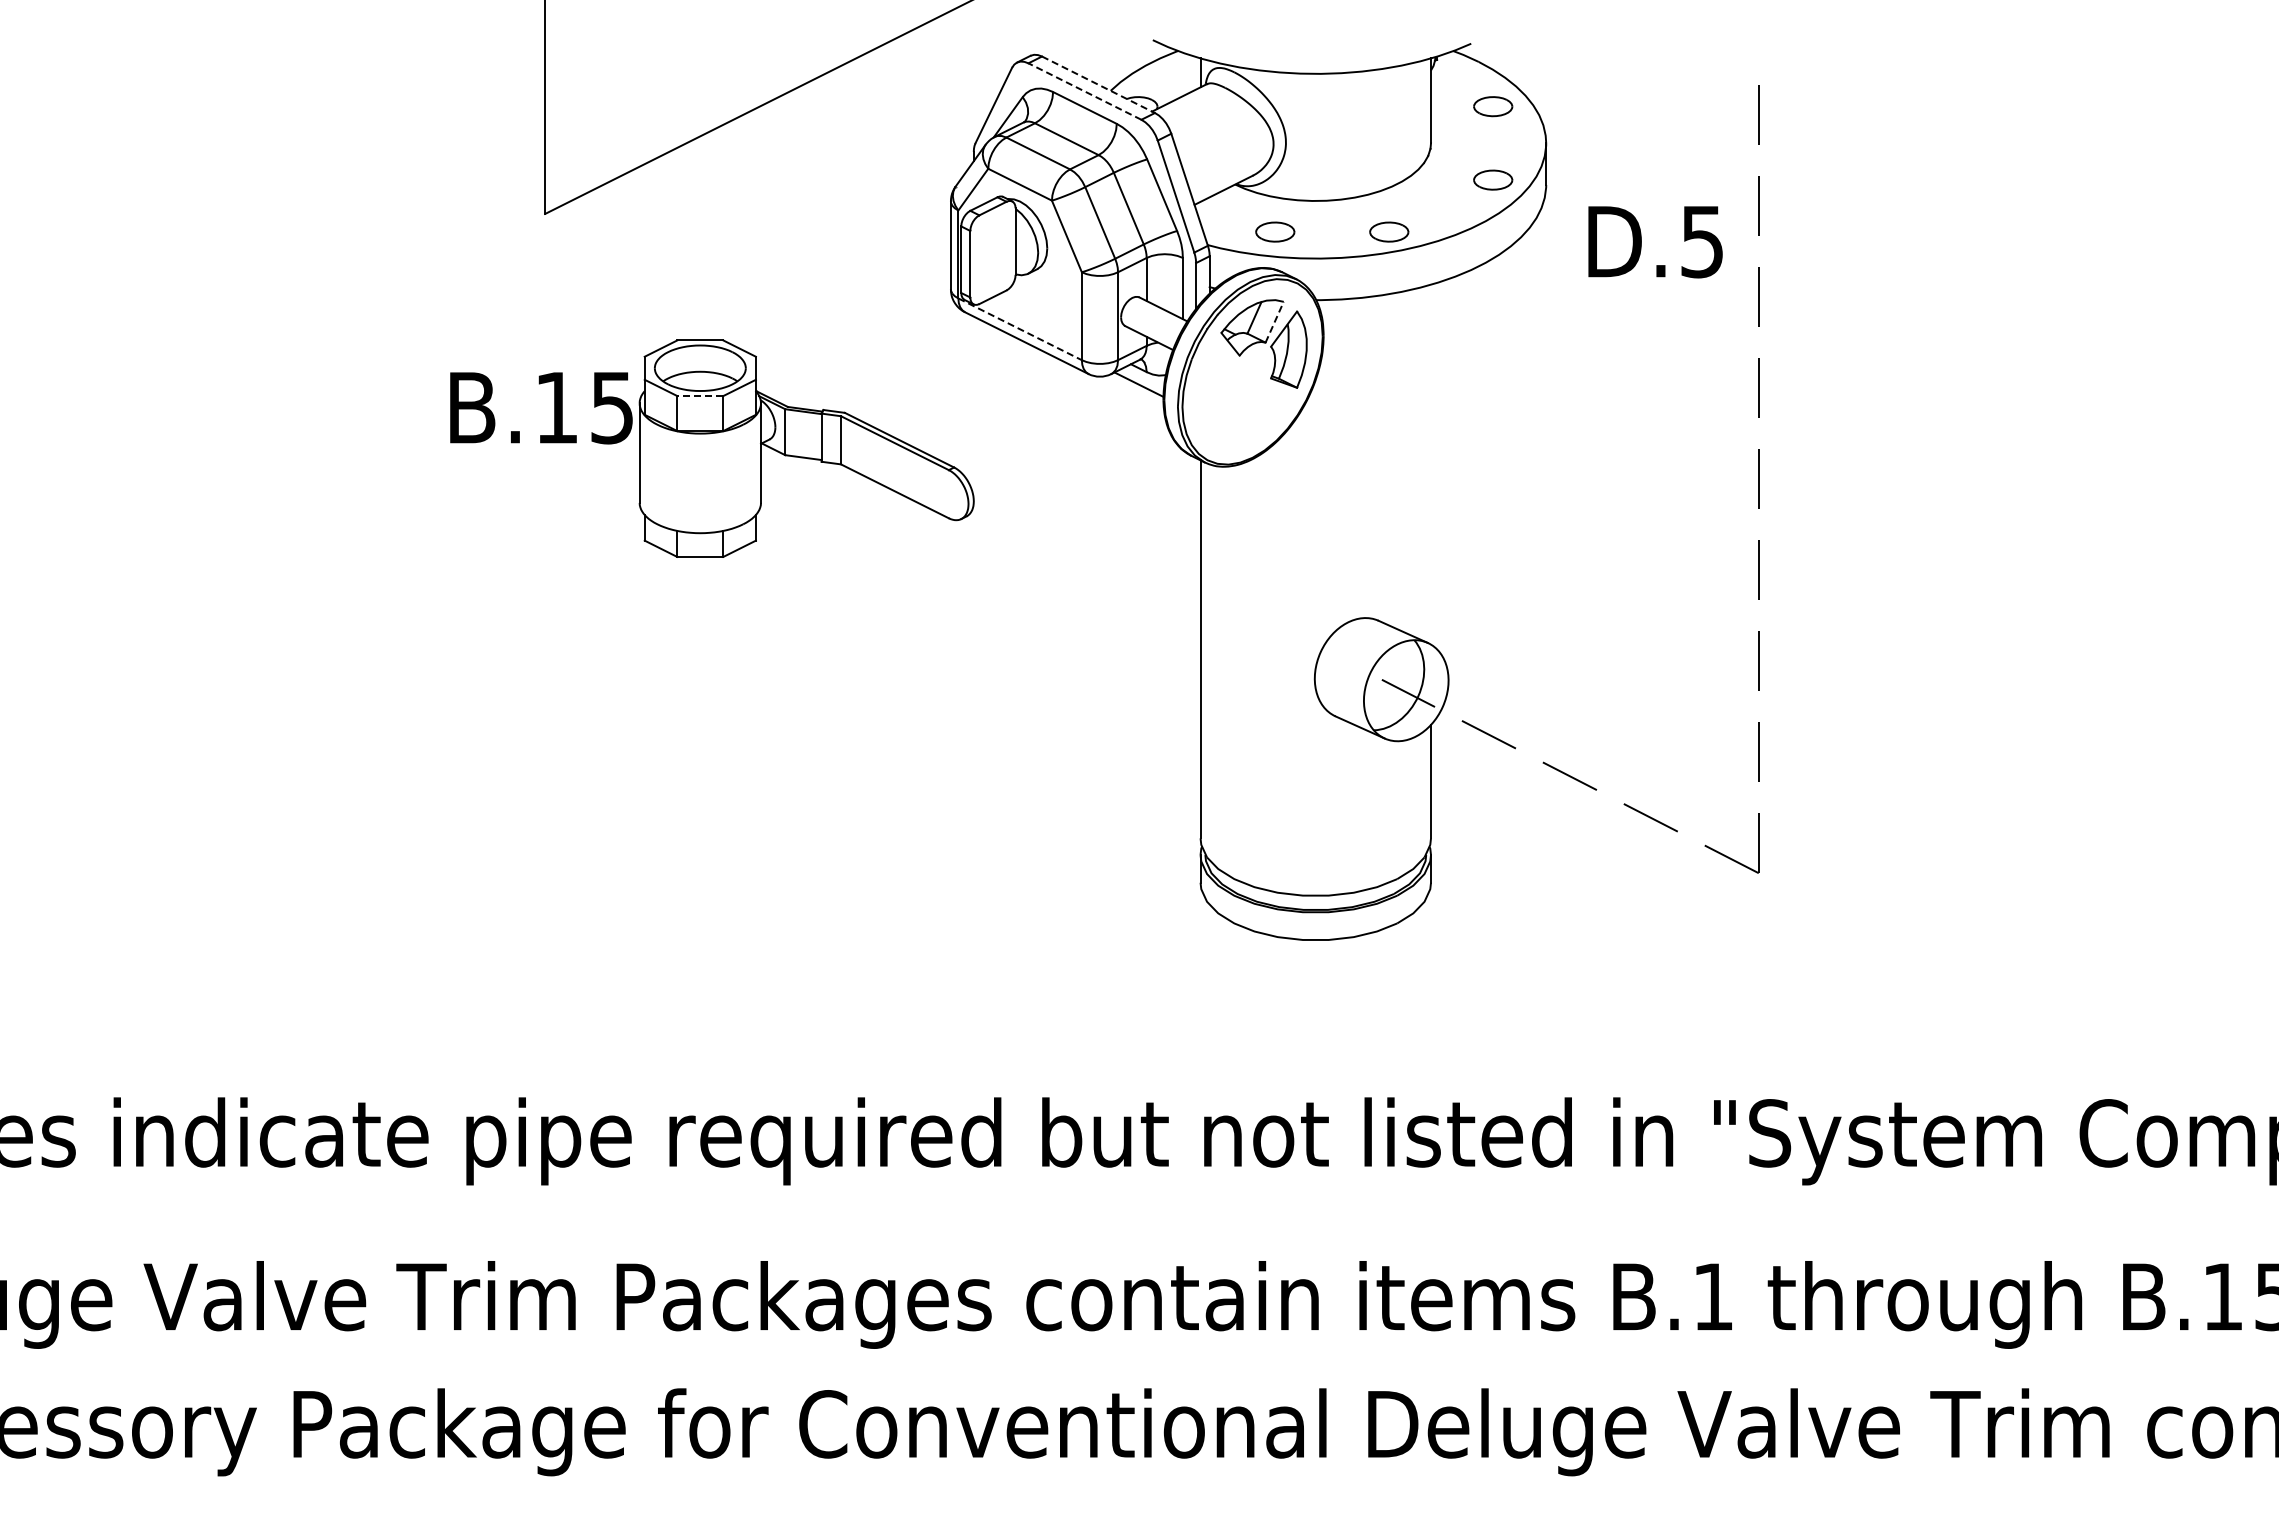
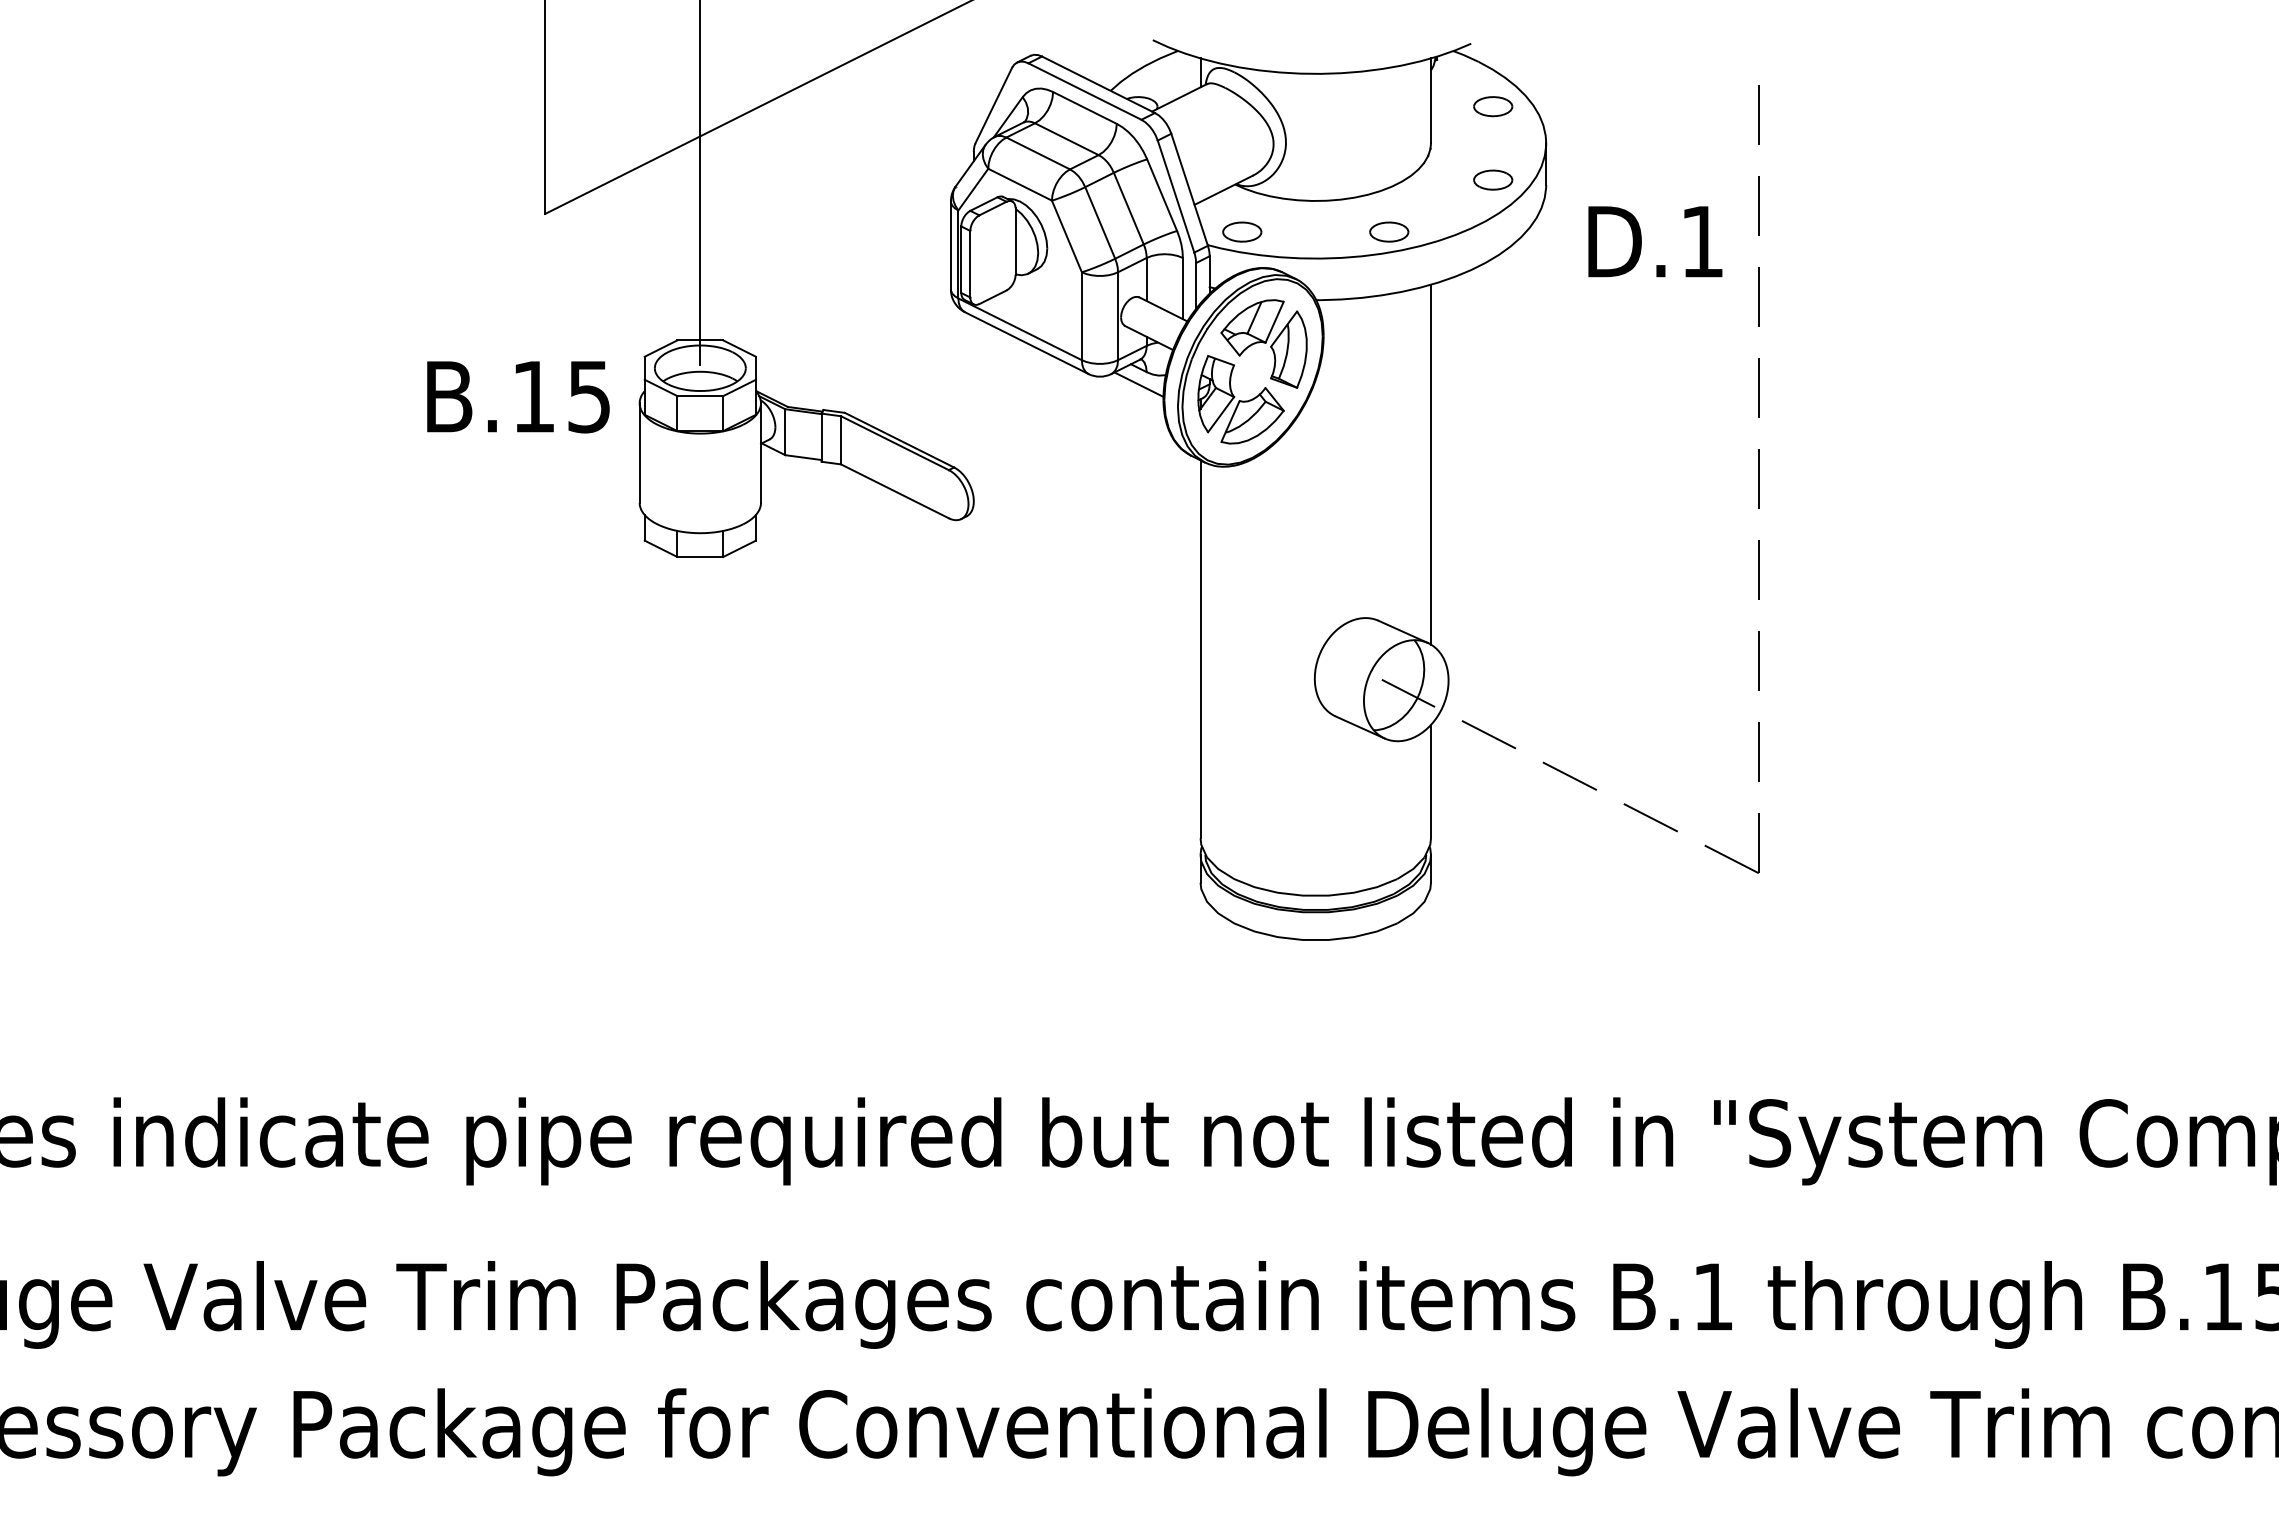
line at (1098, 85): dashed -> solid
line at (1084, 91): dashed -> solid
line at (699, 183): none -> present
part at (1275, 231) position: (1275, 231) -> (1242, 231)
text at (1701, 242): D.5 -> D.1
line at (1274, 321): dashed -> solid
line at (1020, 329): dashed -> solid
line at (699, 396): dashed -> solid
part at (1240, 399): none -> present
text at (541, 408) position: (541, 408) -> (518, 397)
line at (1431, 464): none -> present
